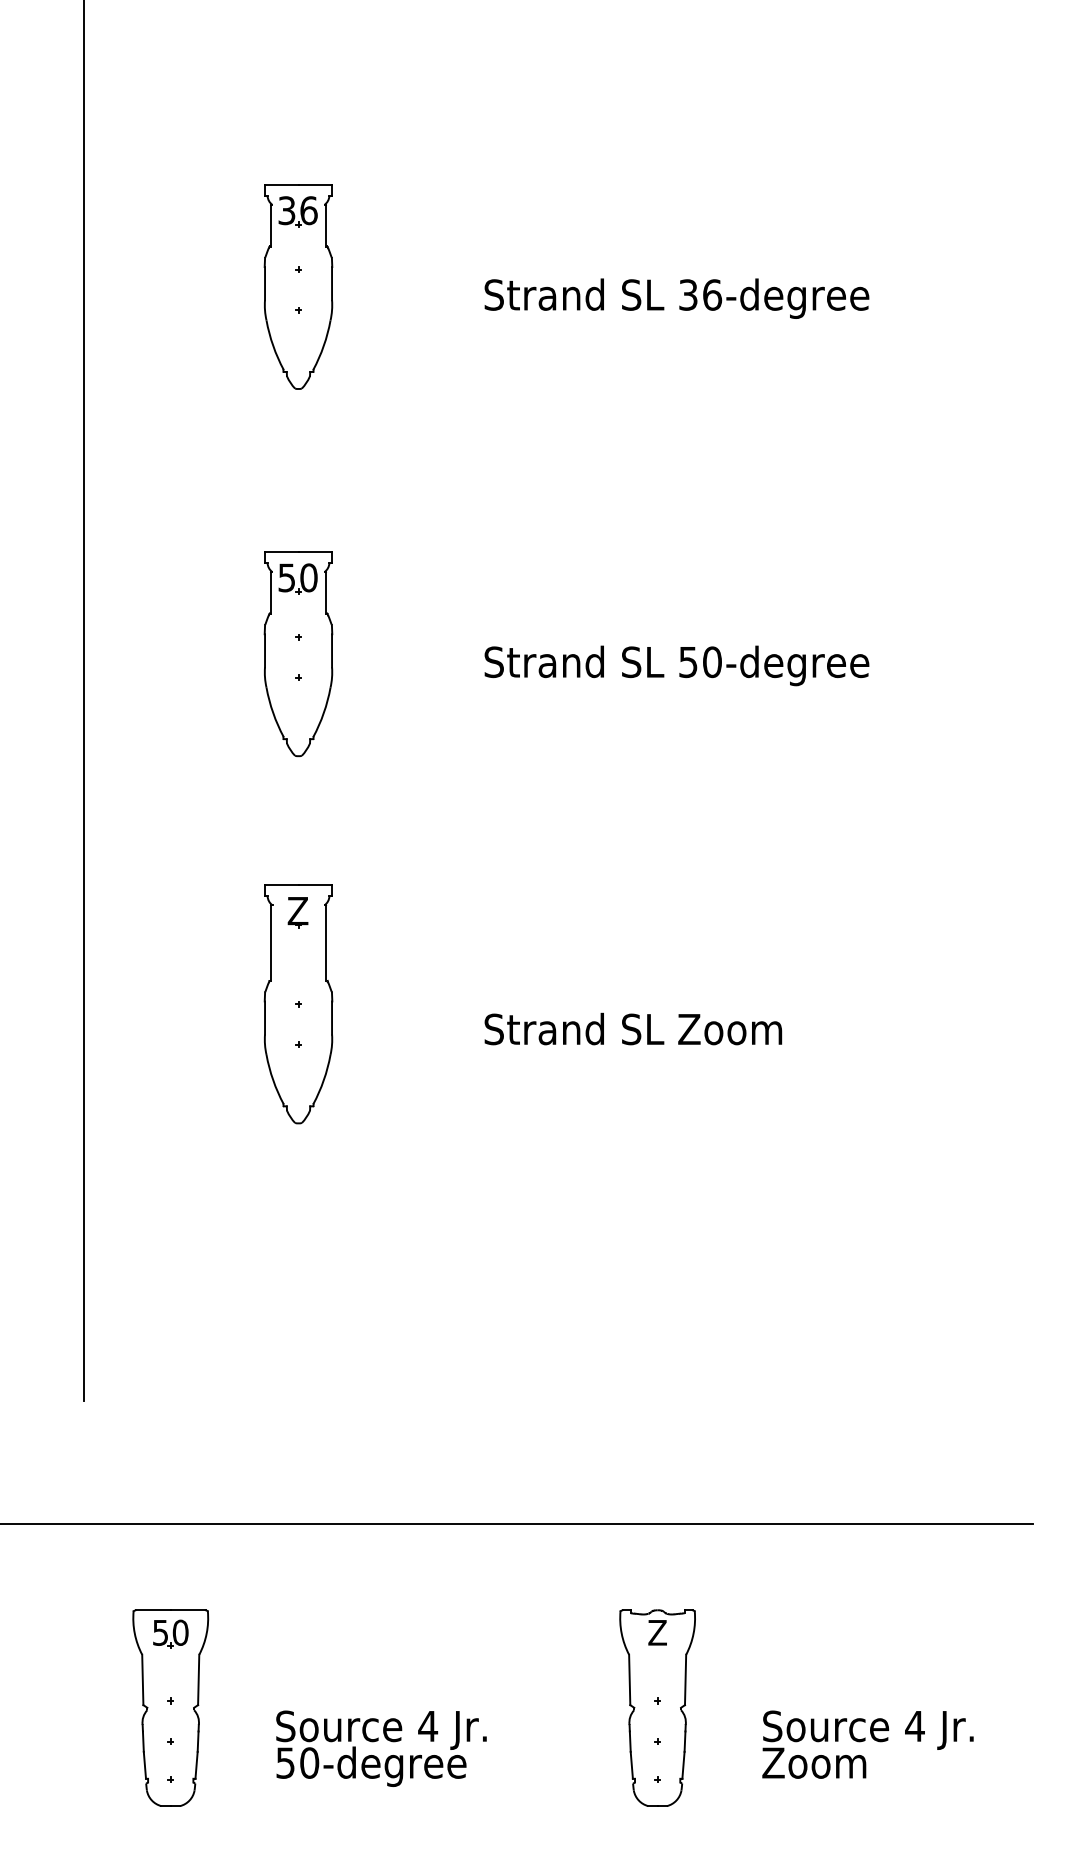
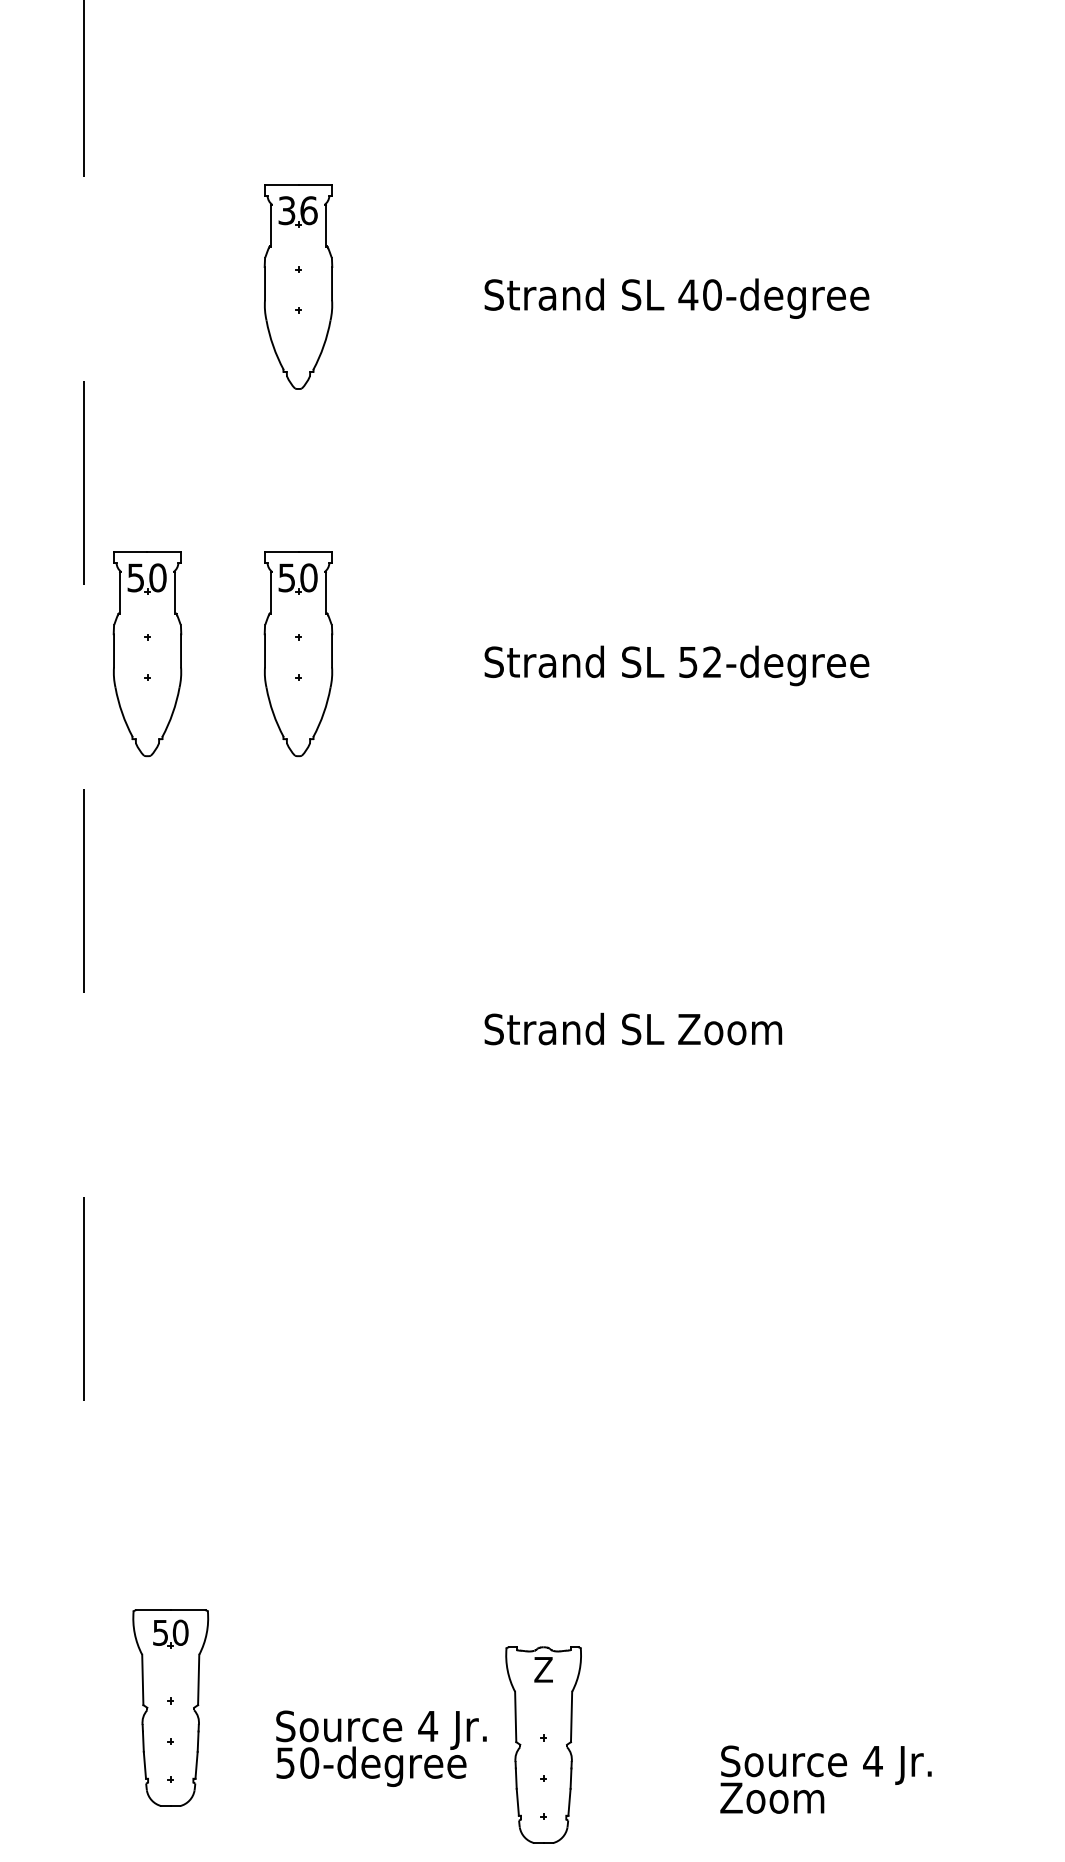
text at (700, 294): 36-degree -> 40-degree
part at (147, 654): none -> present
text at (712, 662): 50-degree -> 52-degree
line at (84, 700): solid -> dashed
part at (298, 1004): present -> none
line at (517, 1523): present -> none
part at (657, 1707) position: (657, 1707) -> (543, 1744)
text at (867, 1744) position: (867, 1744) -> (825, 1779)
